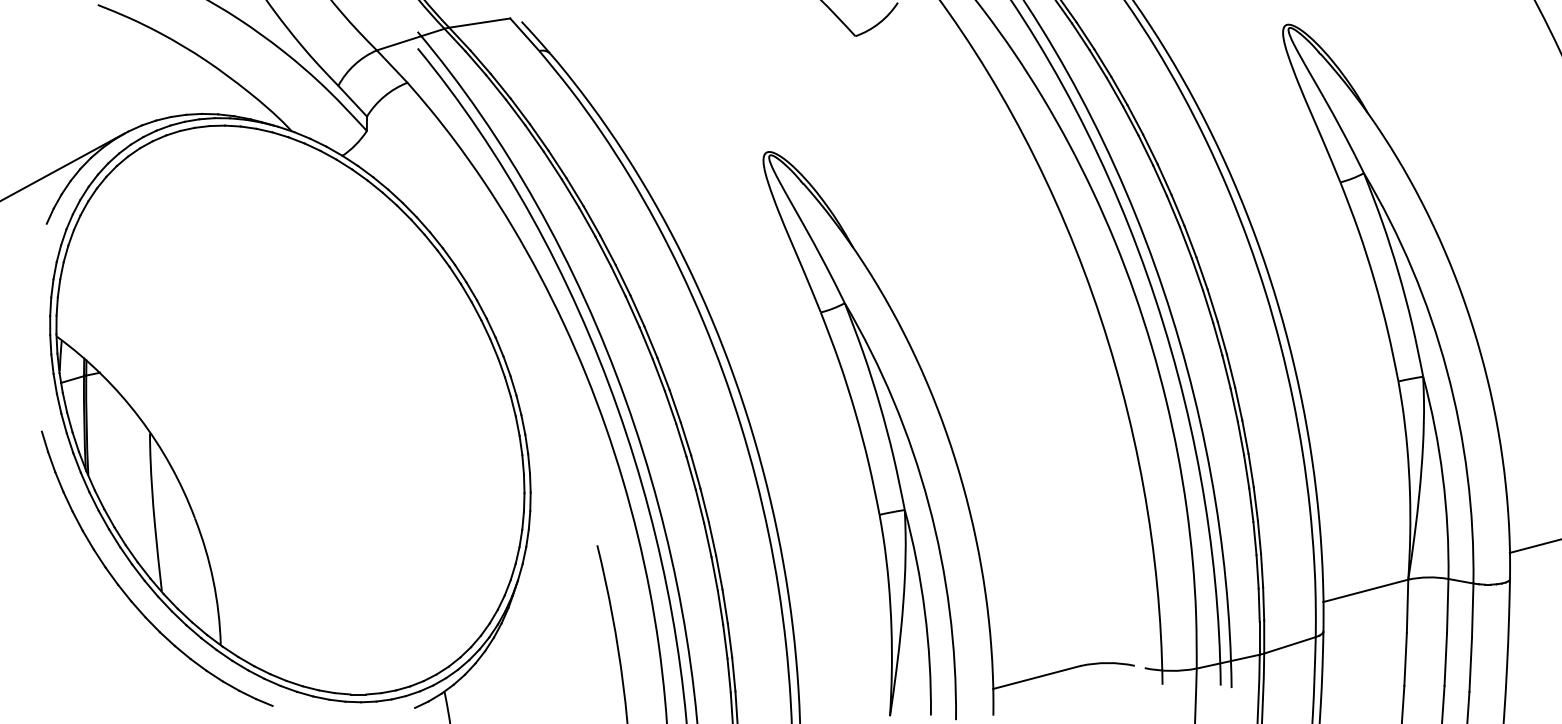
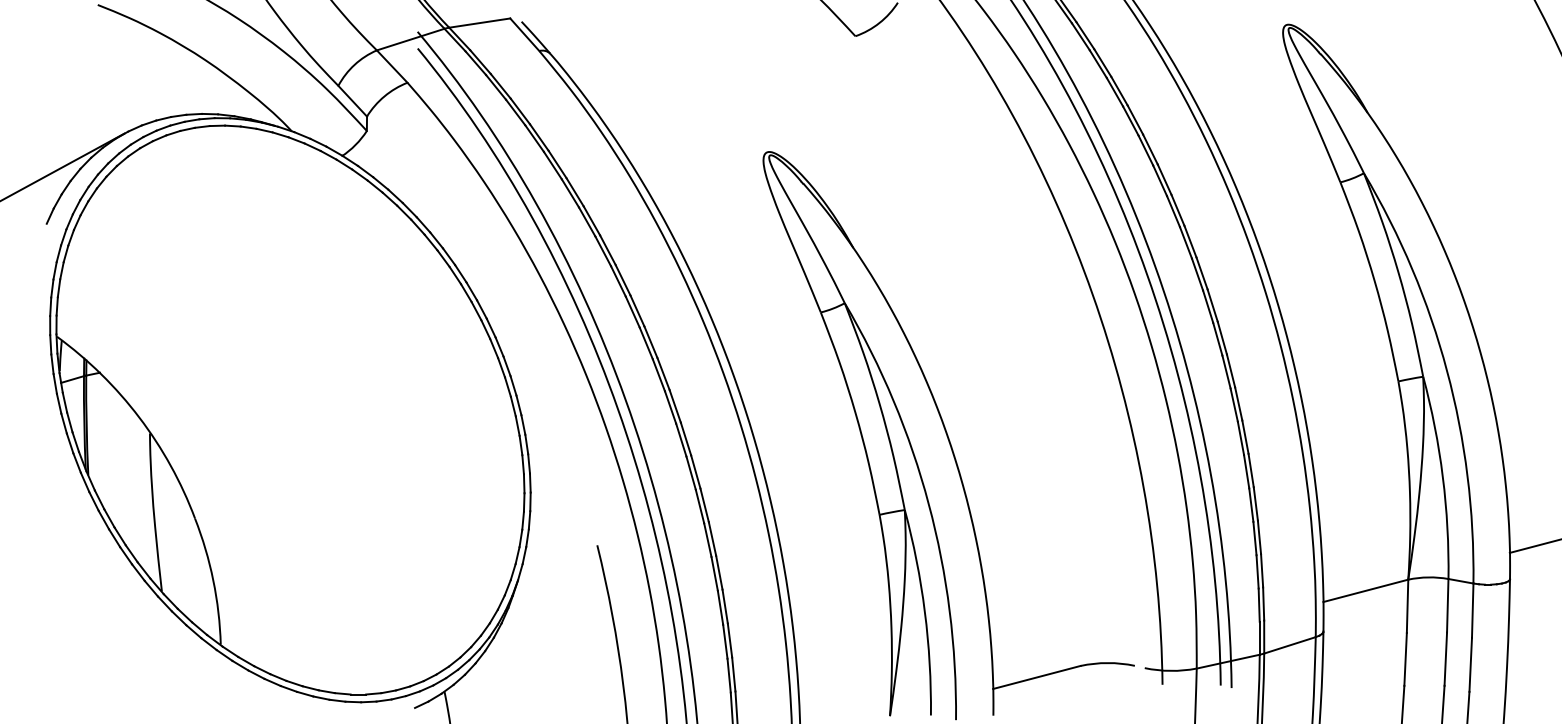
part at (127, 594): present -> none
